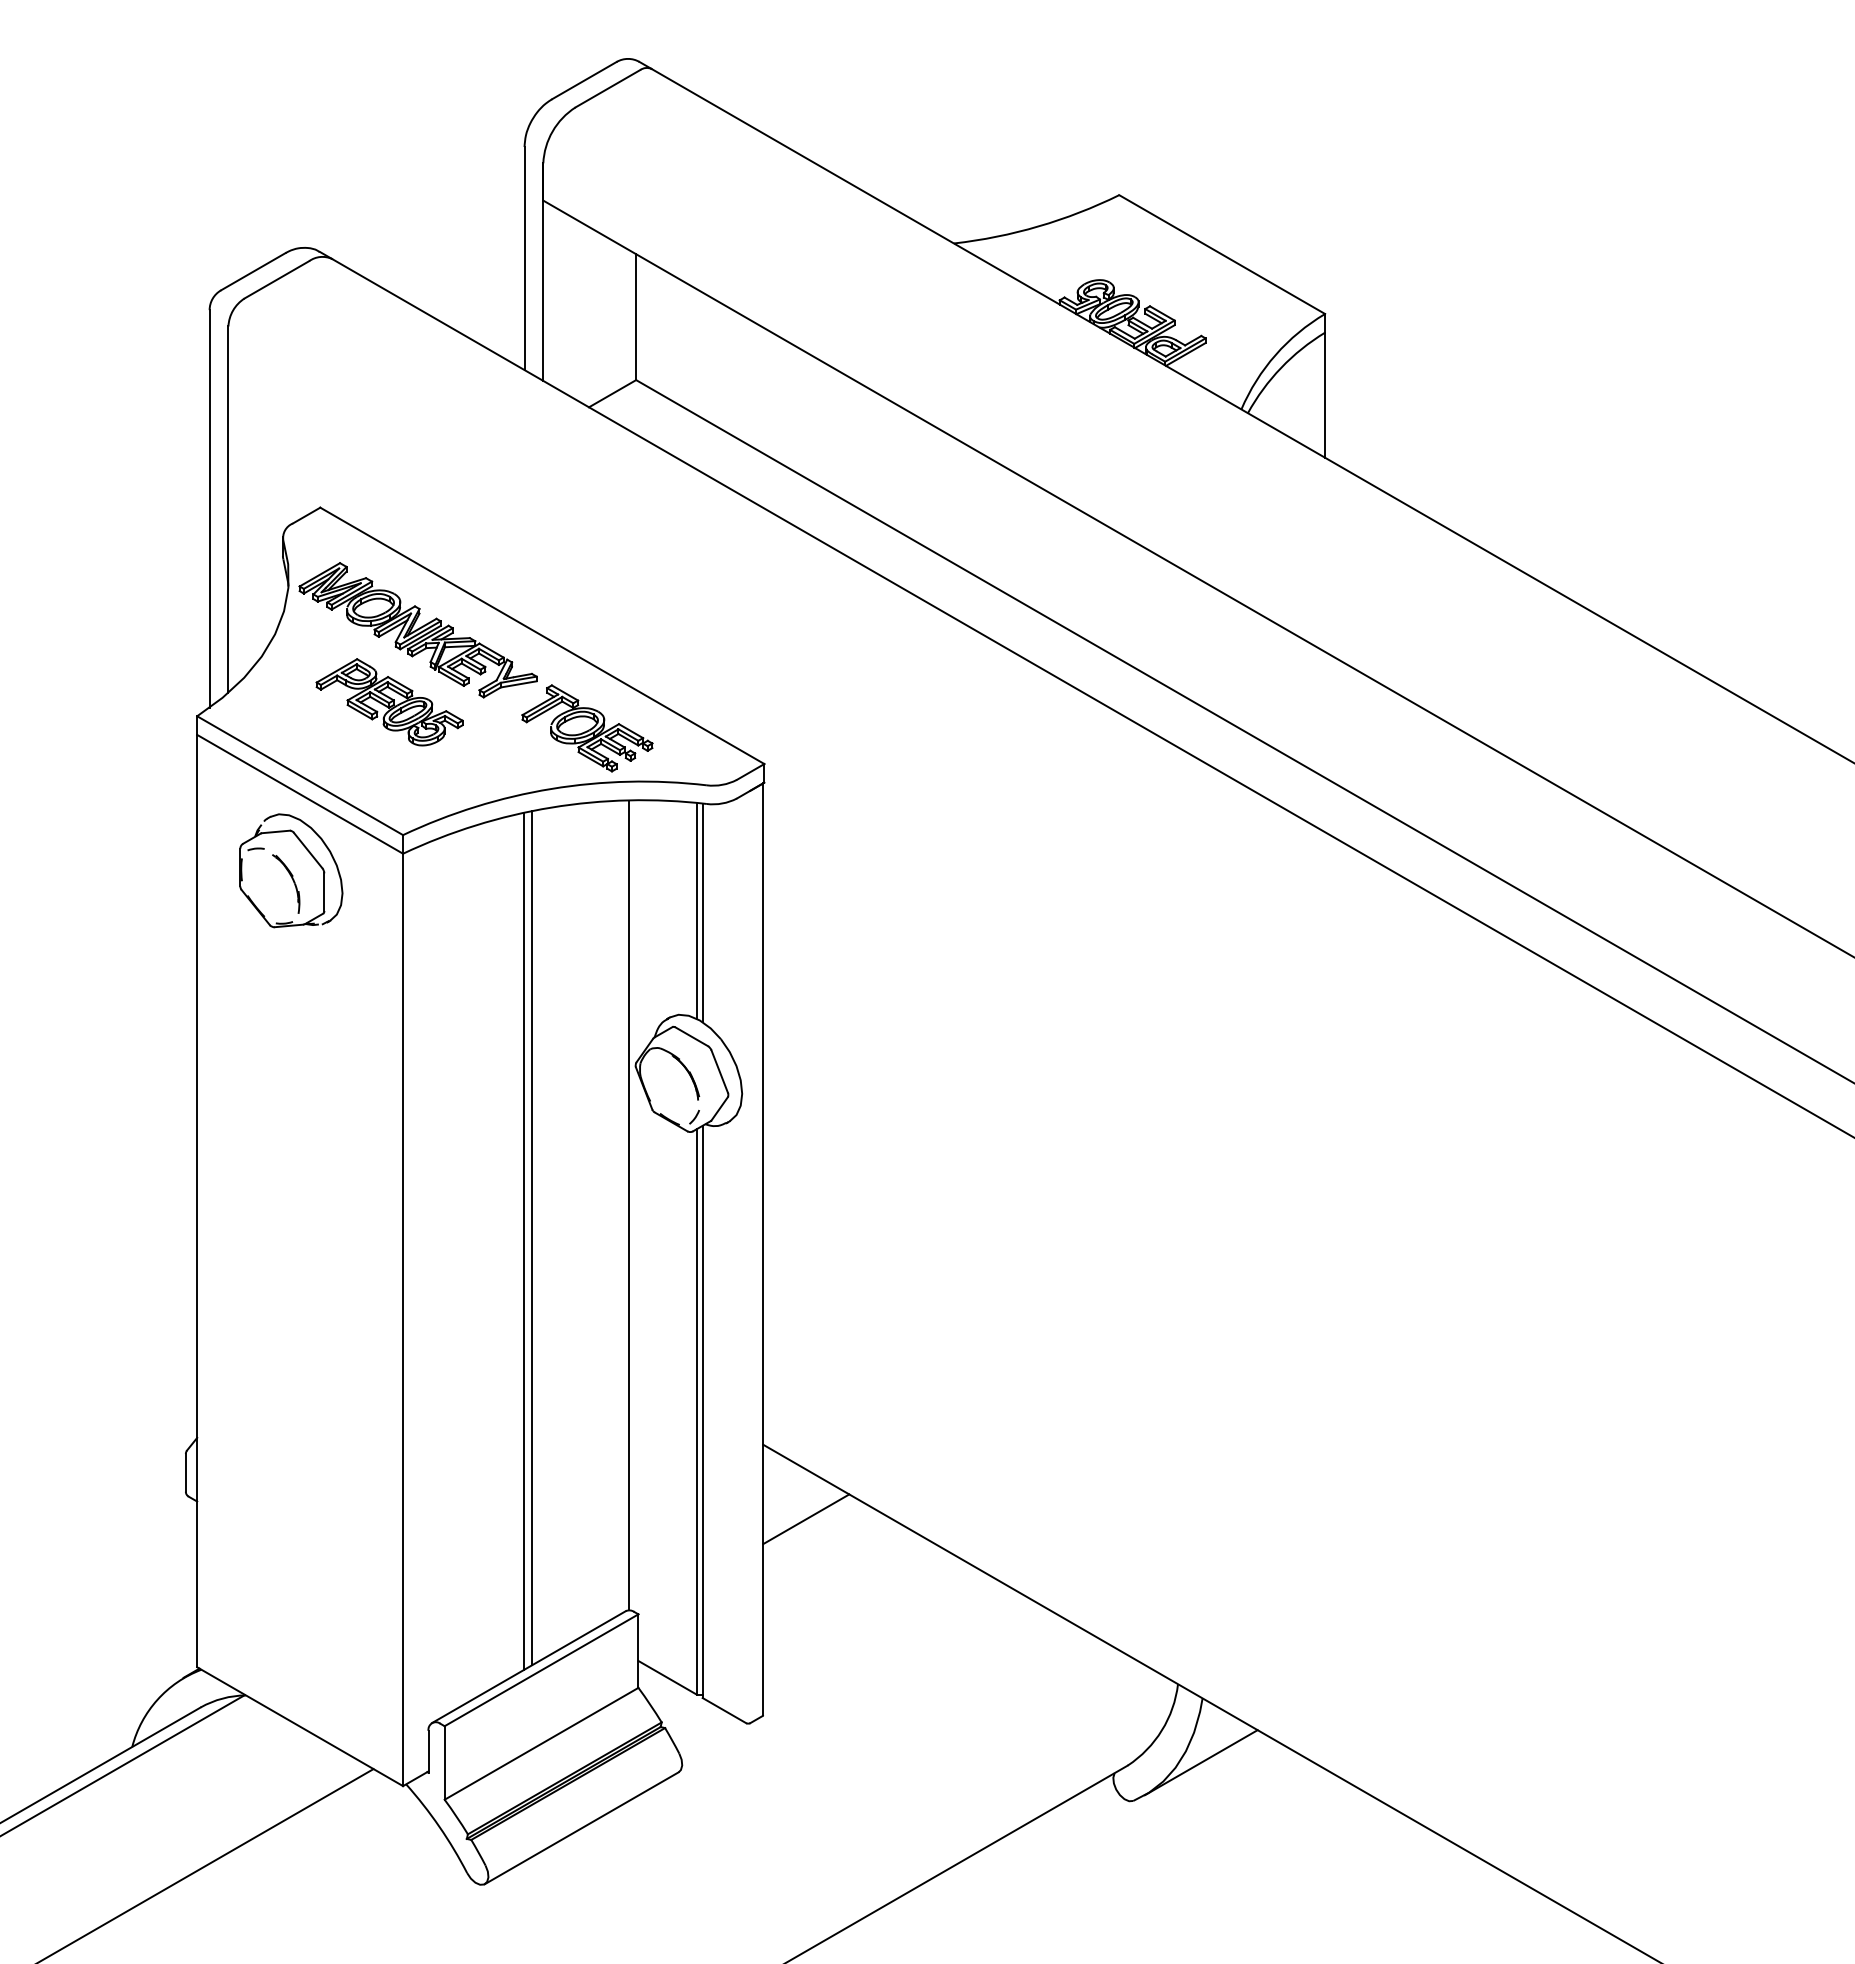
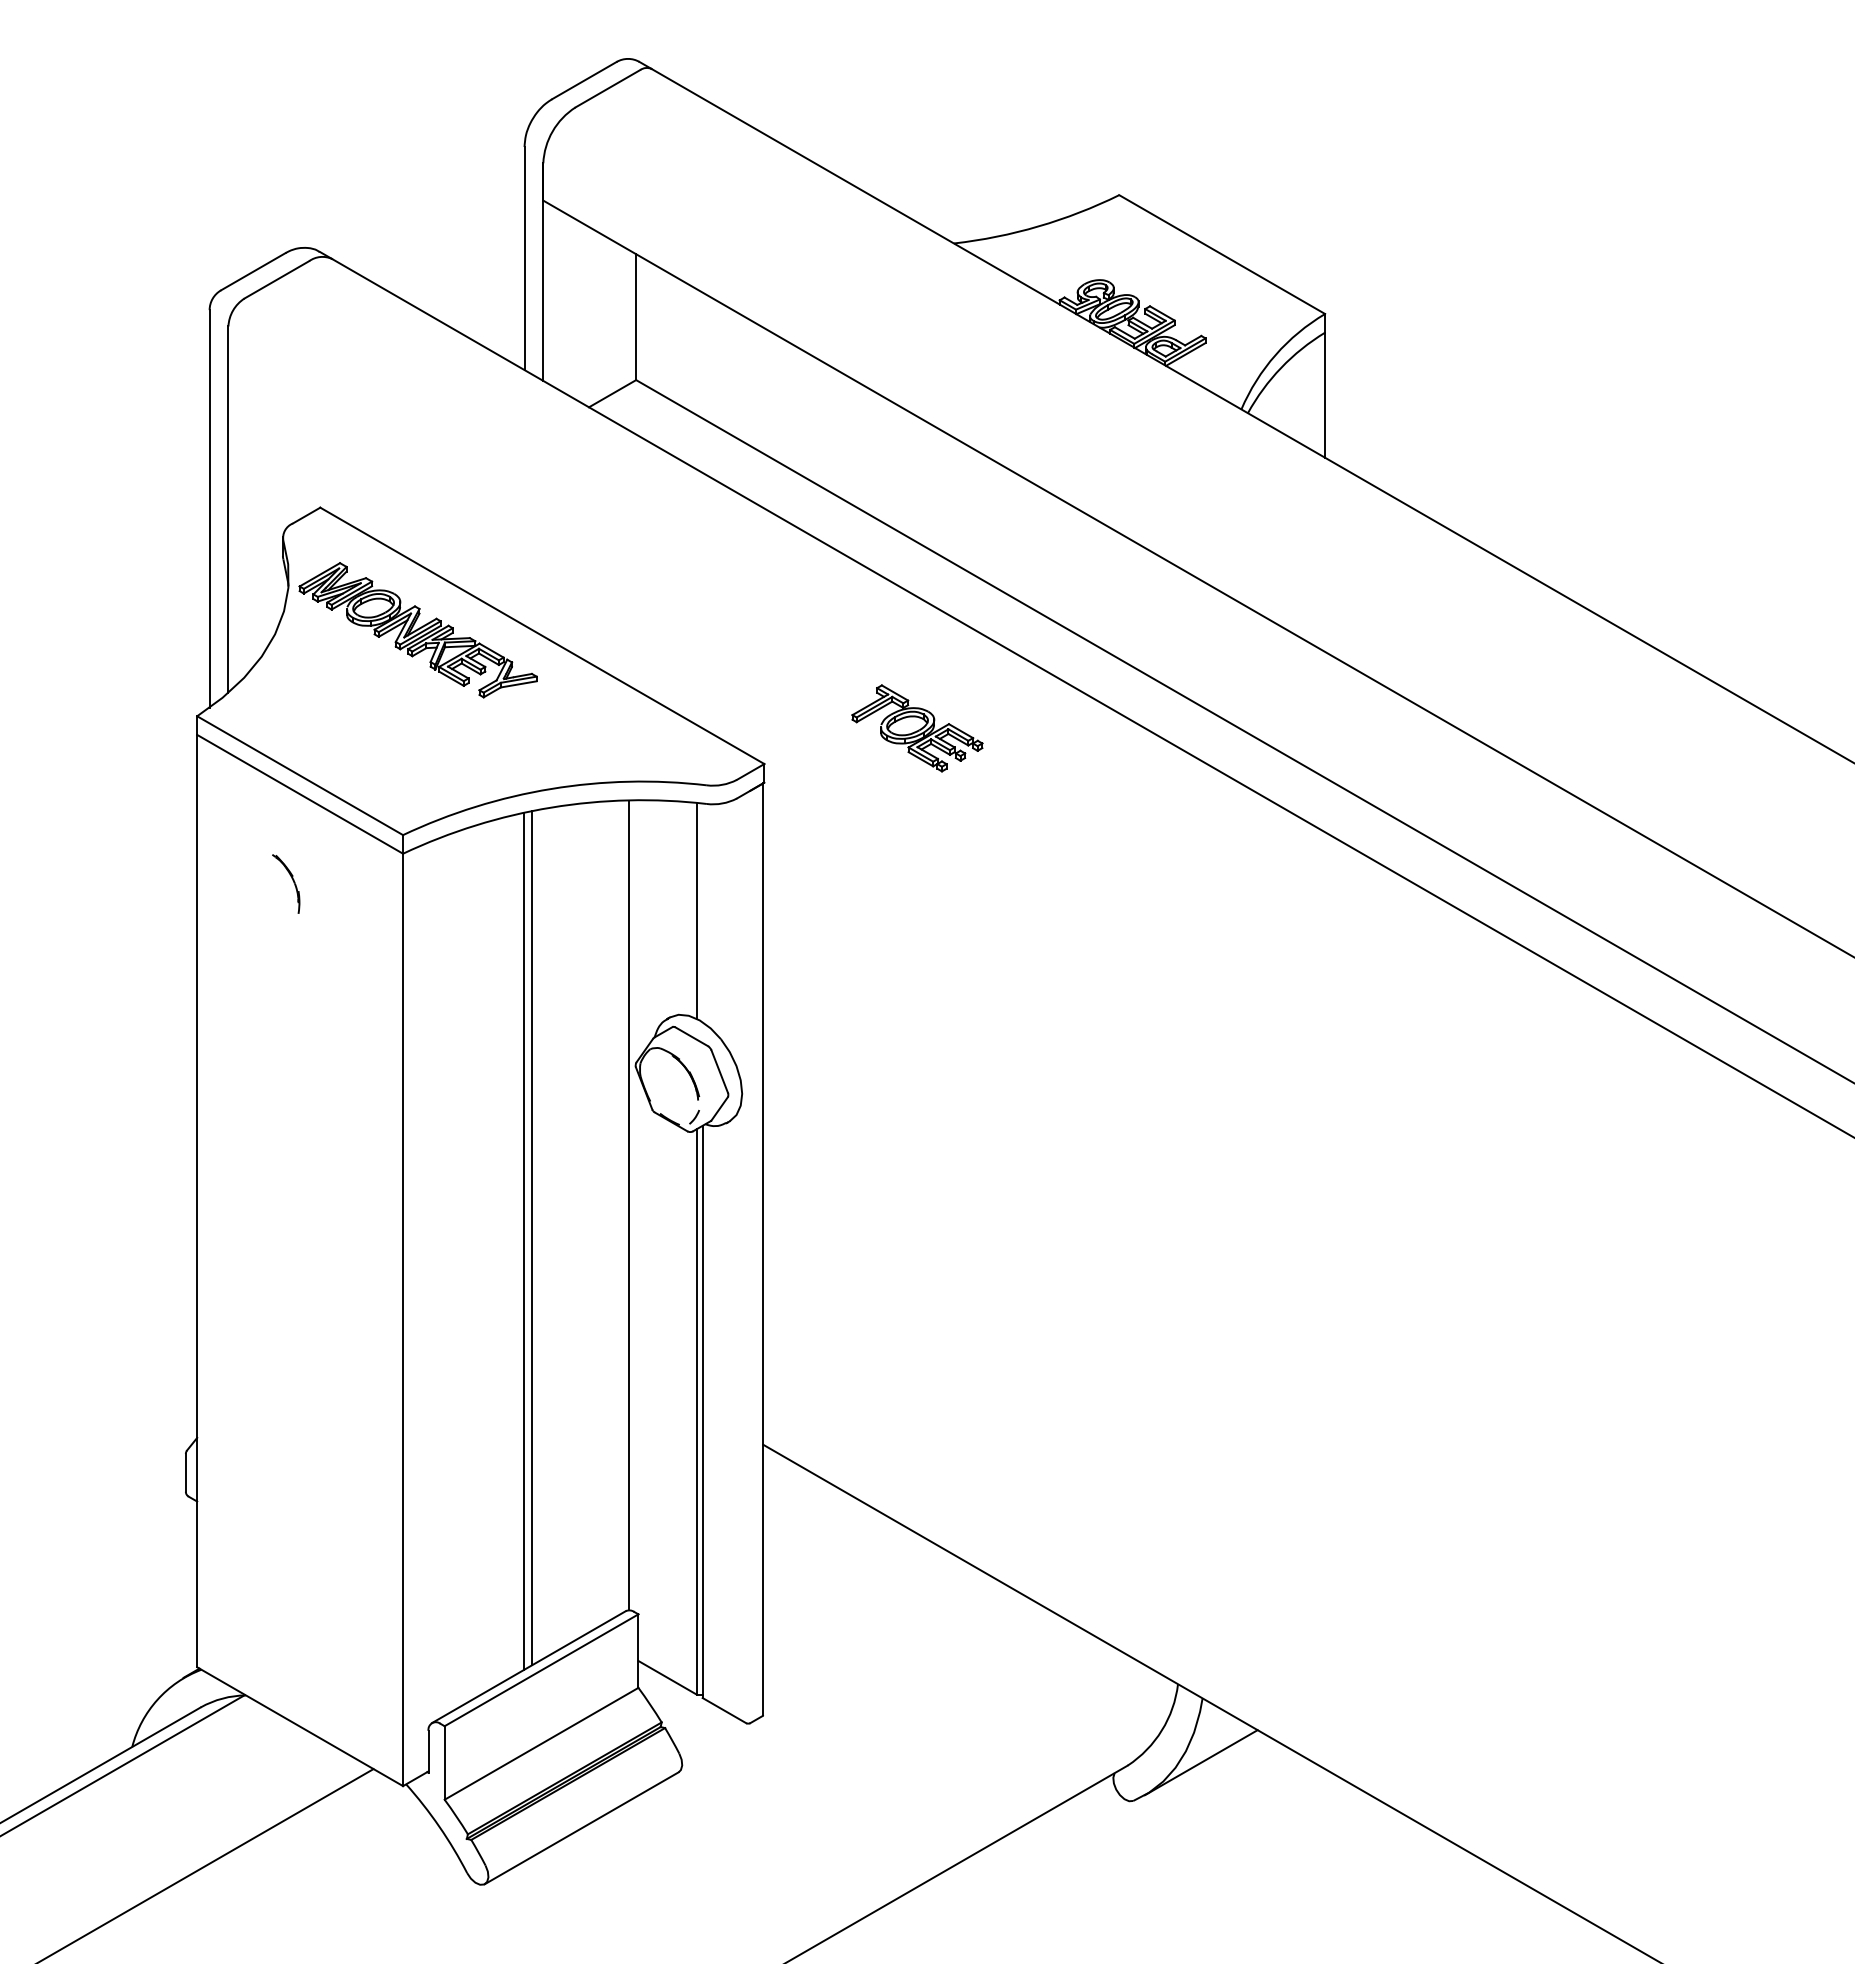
part at (389, 702): present -> none
part at (587, 728) position: (587, 728) -> (917, 728)
part at (291, 870): present -> none
line at (702, 912): present -> none
line at (806, 1519): present -> none
